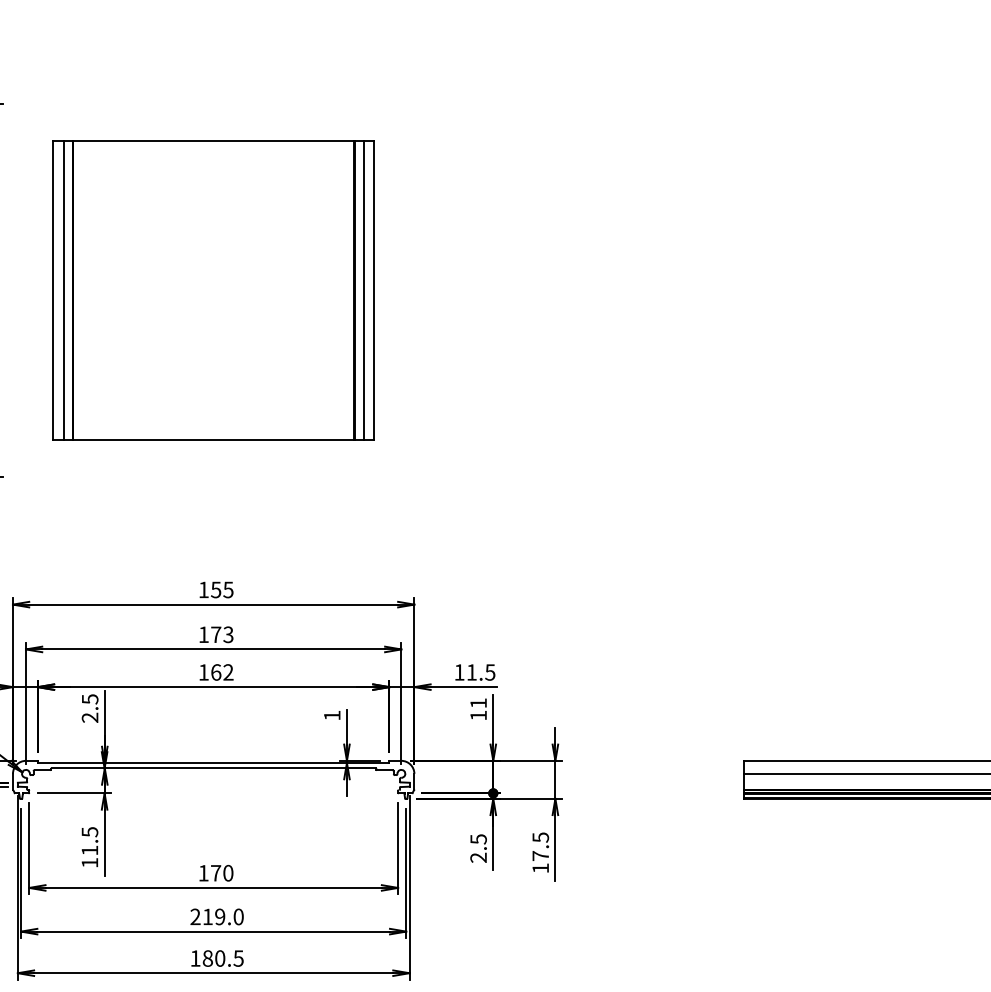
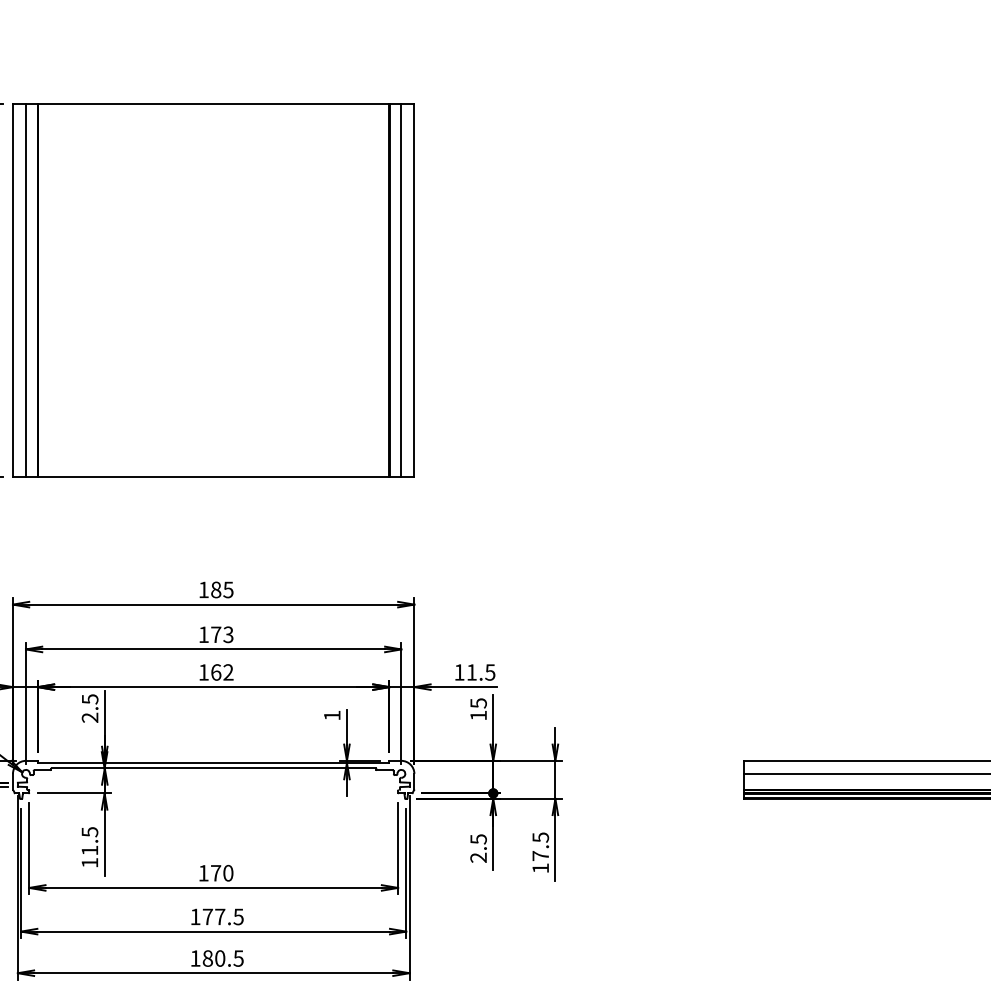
part at (213, 290) size: 323x301 px -> 403x375 px
text at (216, 589): 155 -> 185
text at (478, 703): 11 -> 15
text at (216, 916): 219.0 -> 177.5
